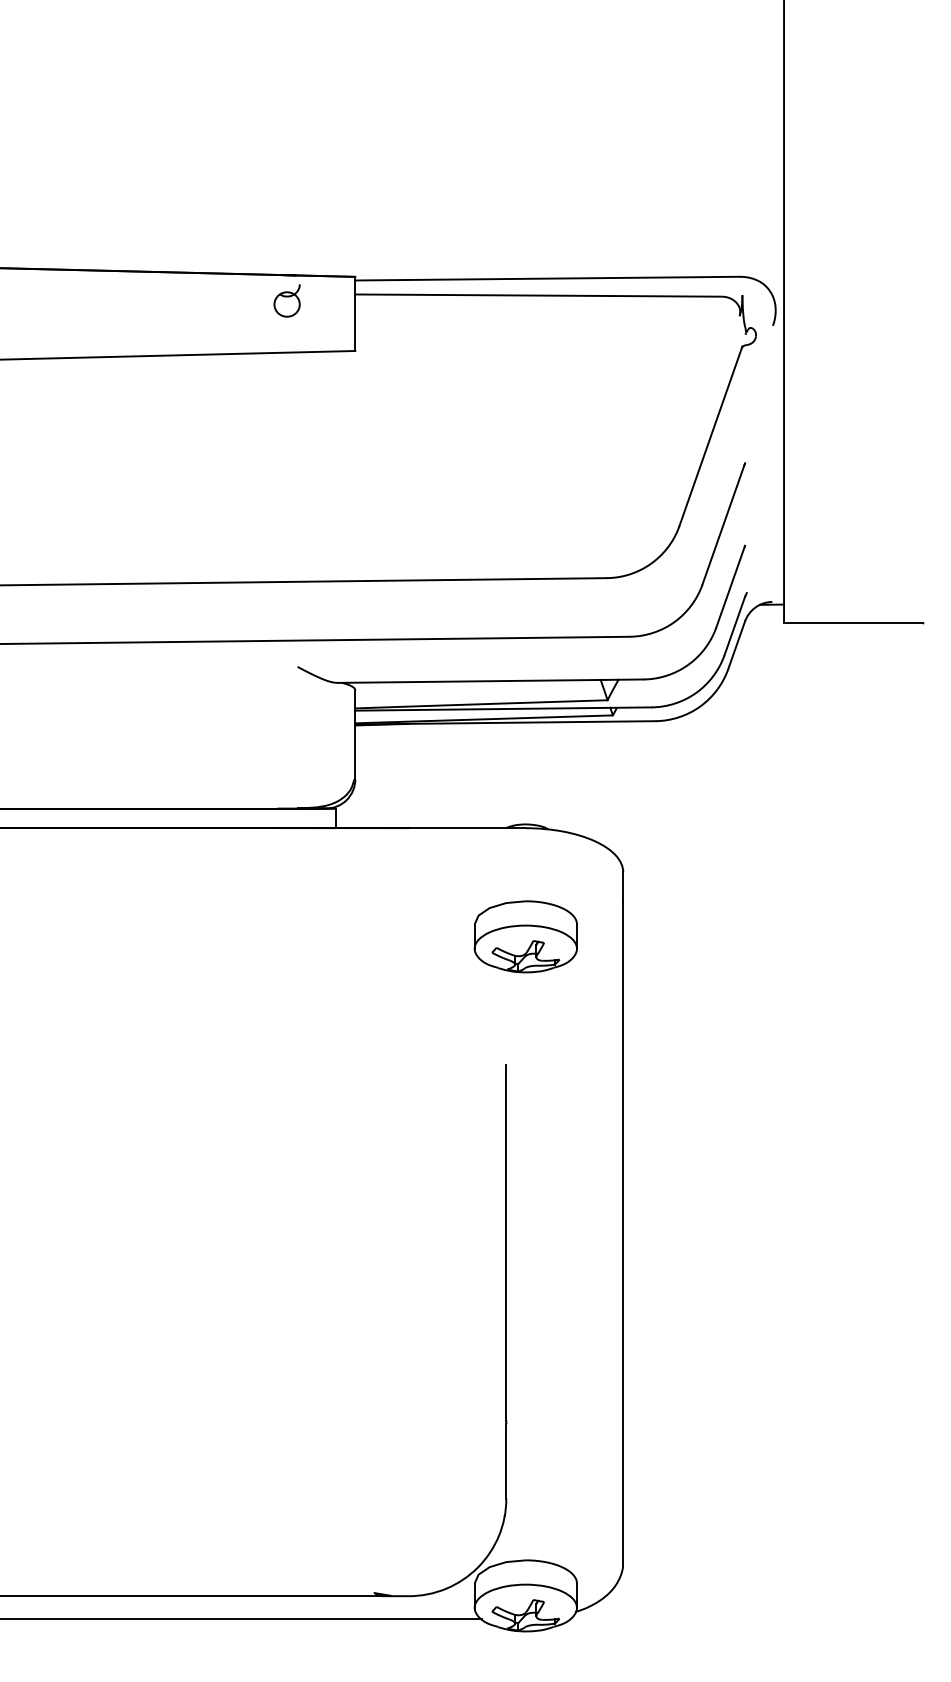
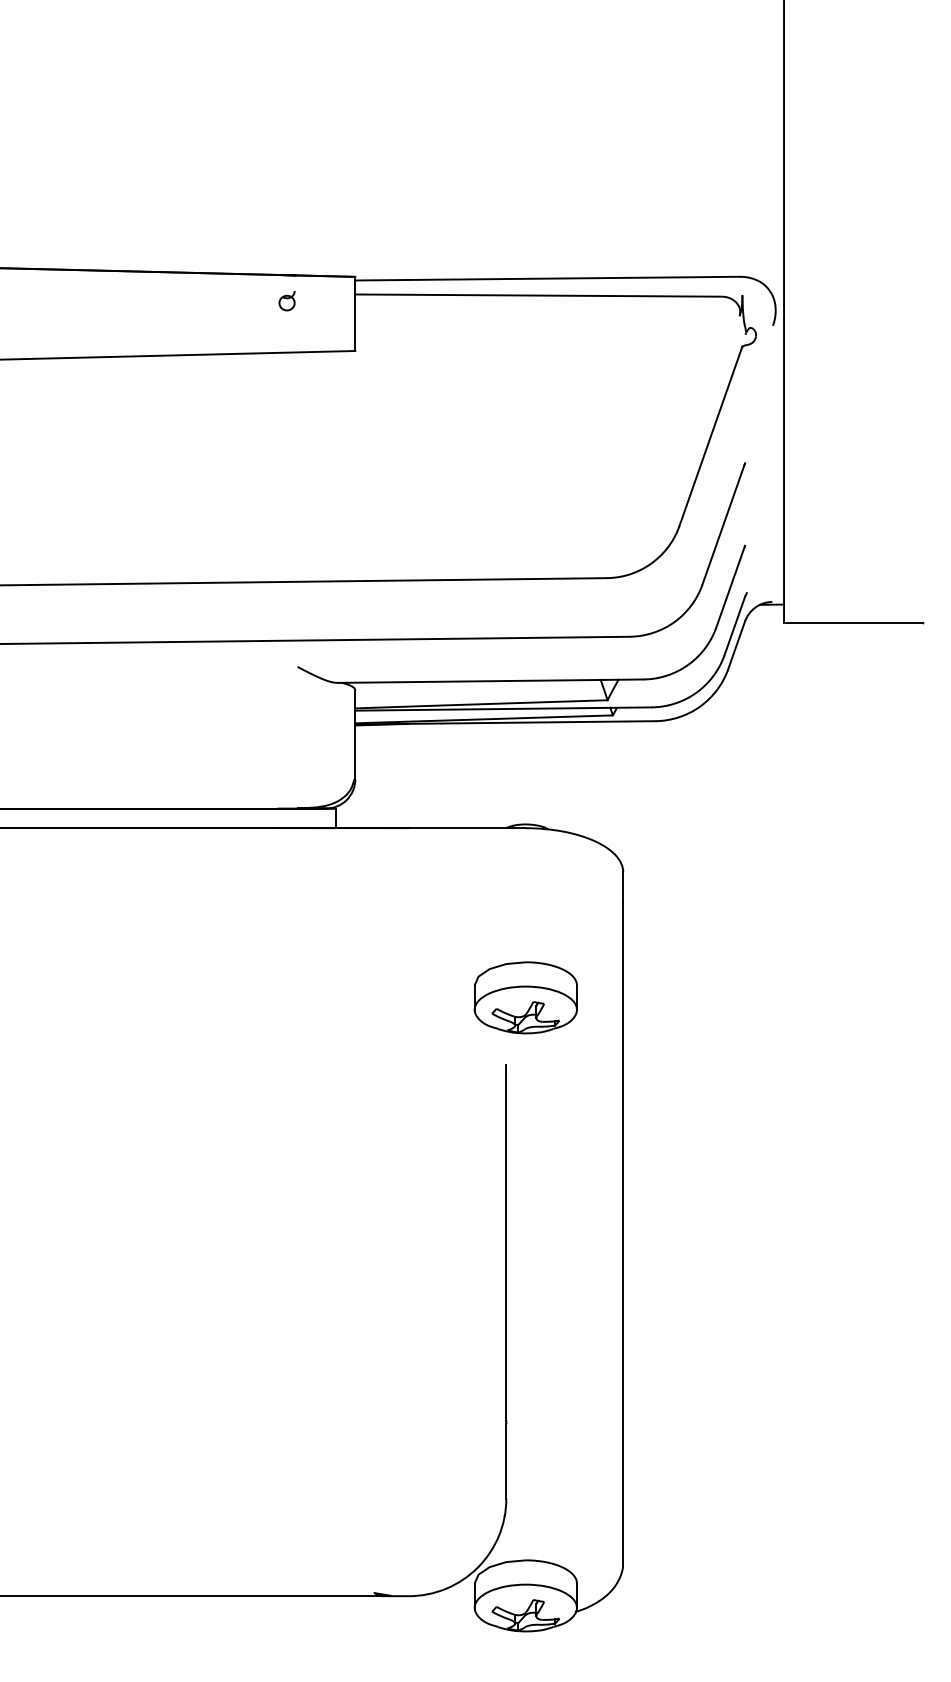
part at (286, 300) size: 28x34 px -> 18x21 px
part at (525, 936) position: (525, 936) -> (525, 997)
line at (242, 1619): present -> none
